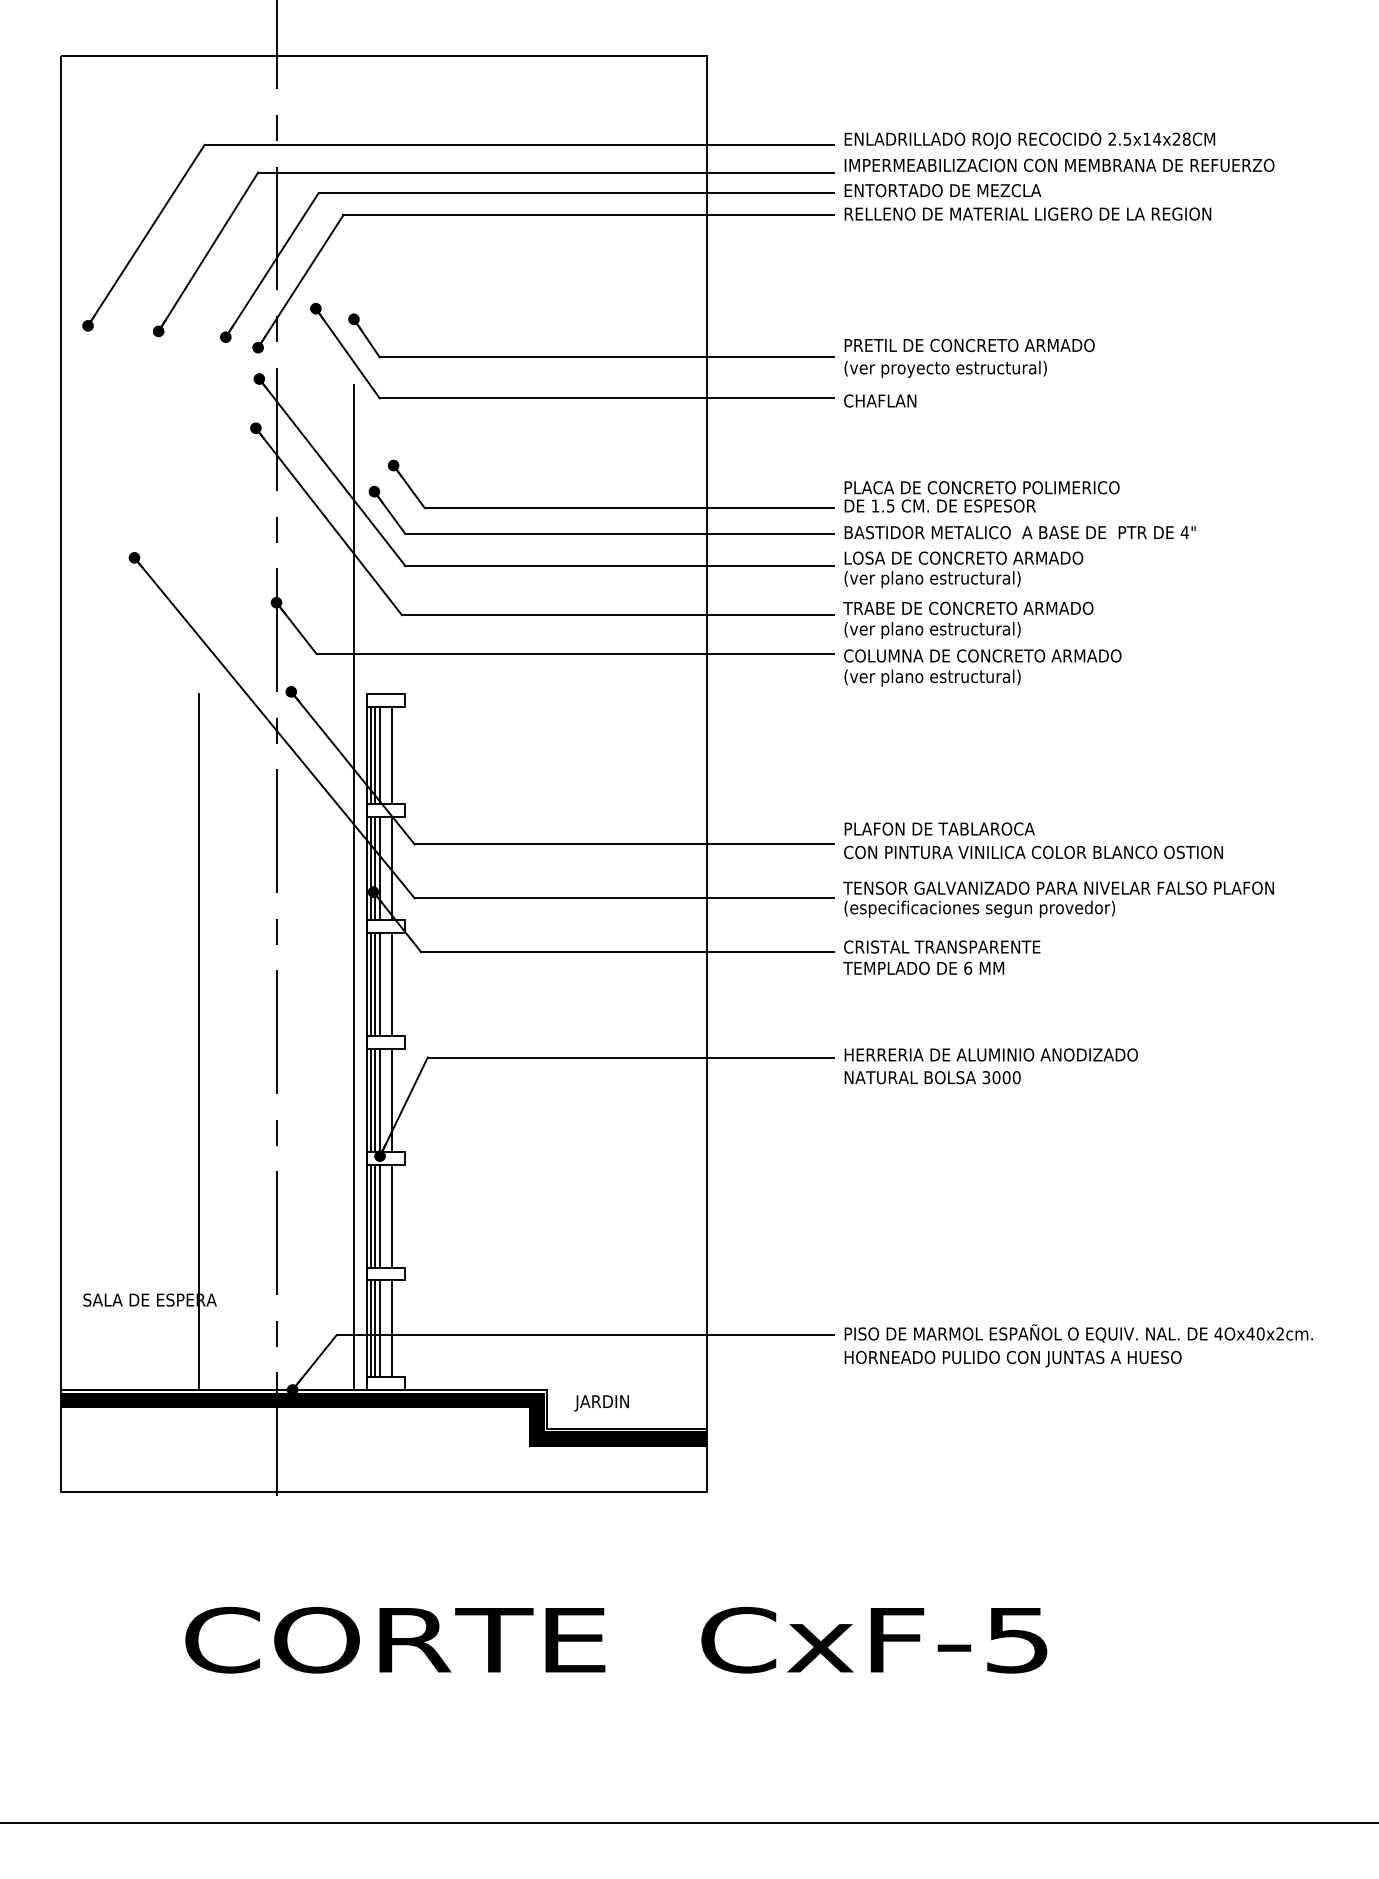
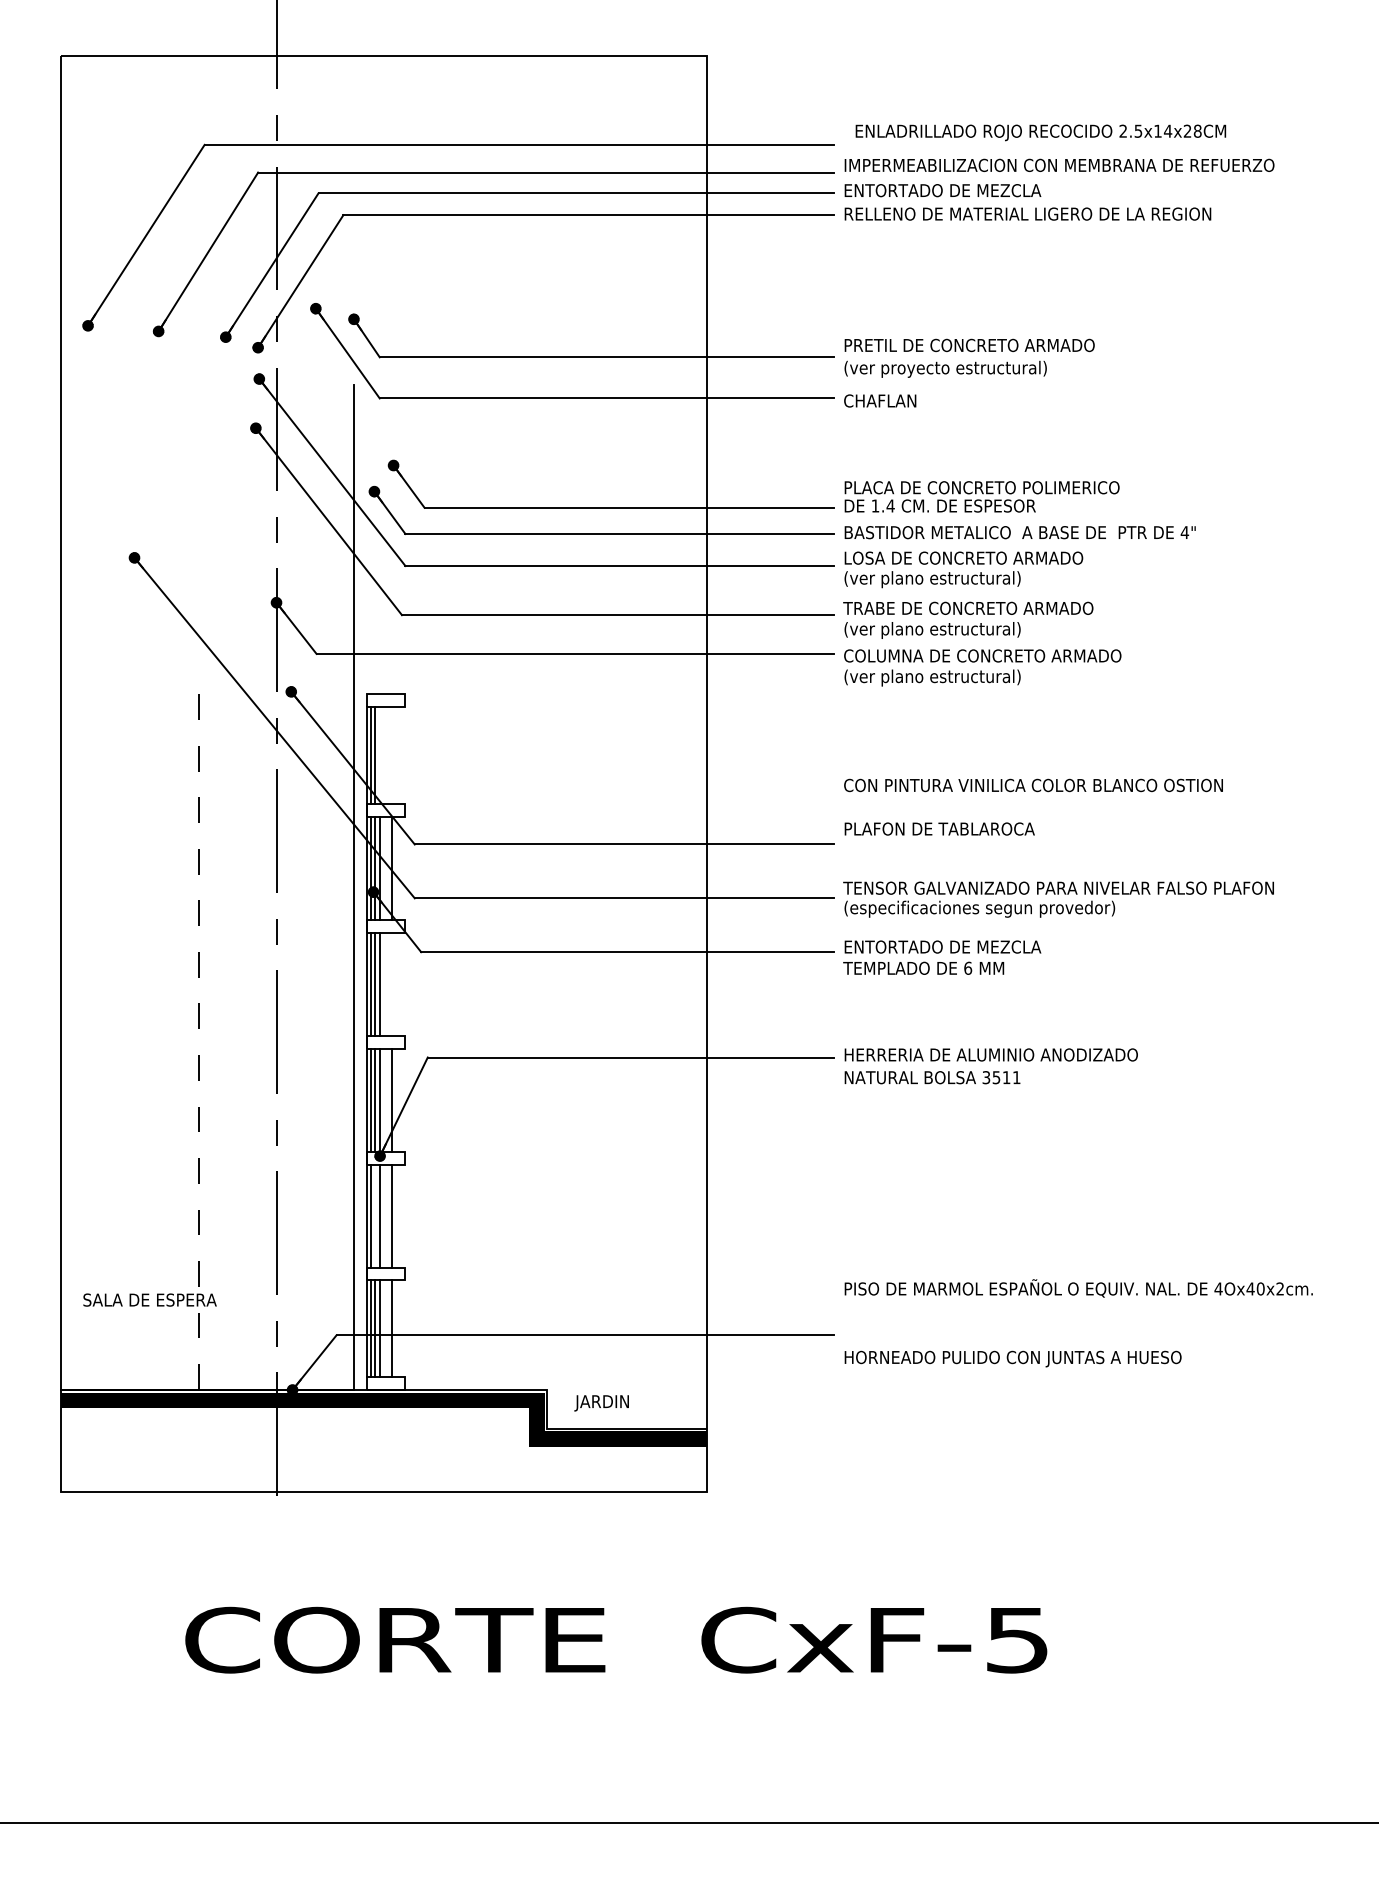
text at (1029, 140) position: (1029, 140) -> (1040, 132)
text at (890, 505): 1.5 -> 1.4
line at (379, 755): present -> none
line at (392, 755): present -> none
text at (1033, 852) position: (1033, 852) -> (1033, 785)
text at (942, 946): CRISTAL TRANSPARENTE -> ENTORTADO DE MEZCLA
line at (392, 983): present -> none
line at (199, 1042): solid -> dashed
text at (1006, 1077): 3000 -> 3511
line at (374, 1215): present -> none
text at (1078, 1333) position: (1078, 1333) -> (1078, 1288)
